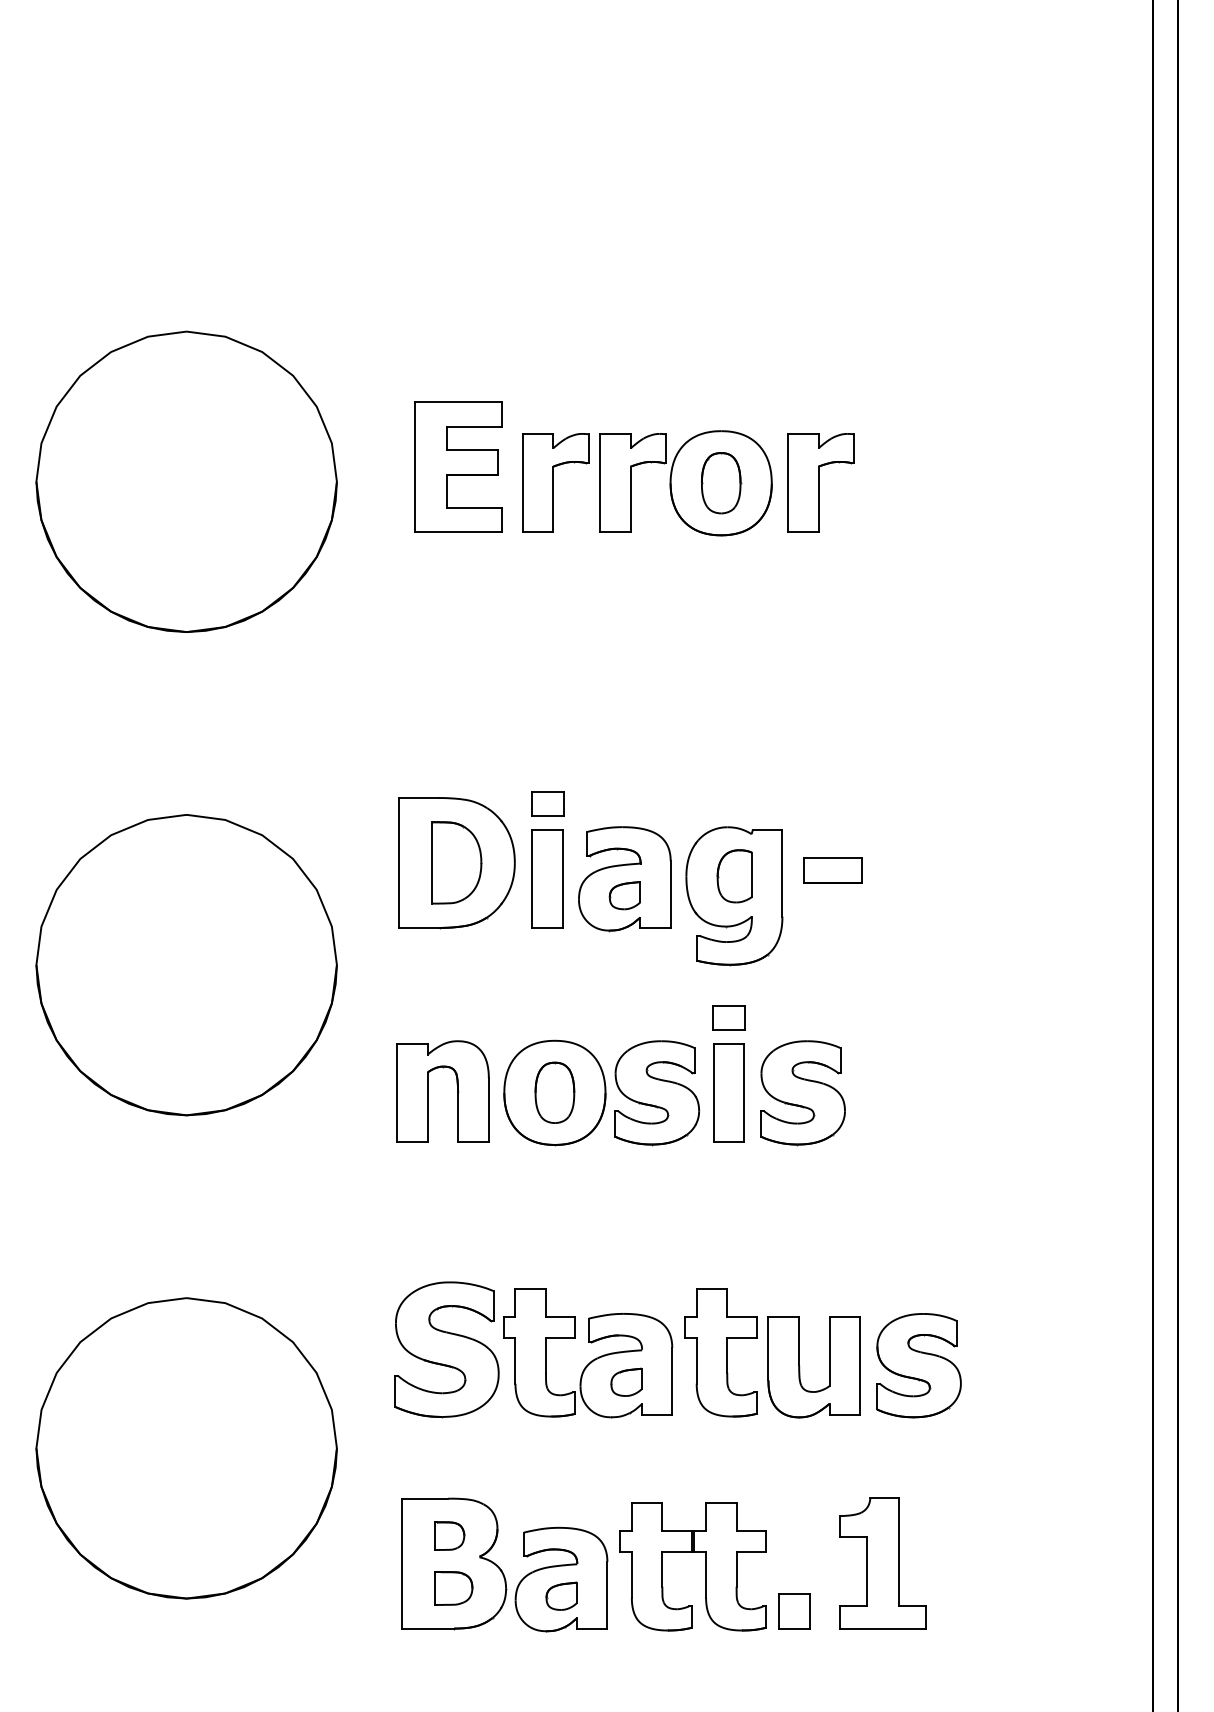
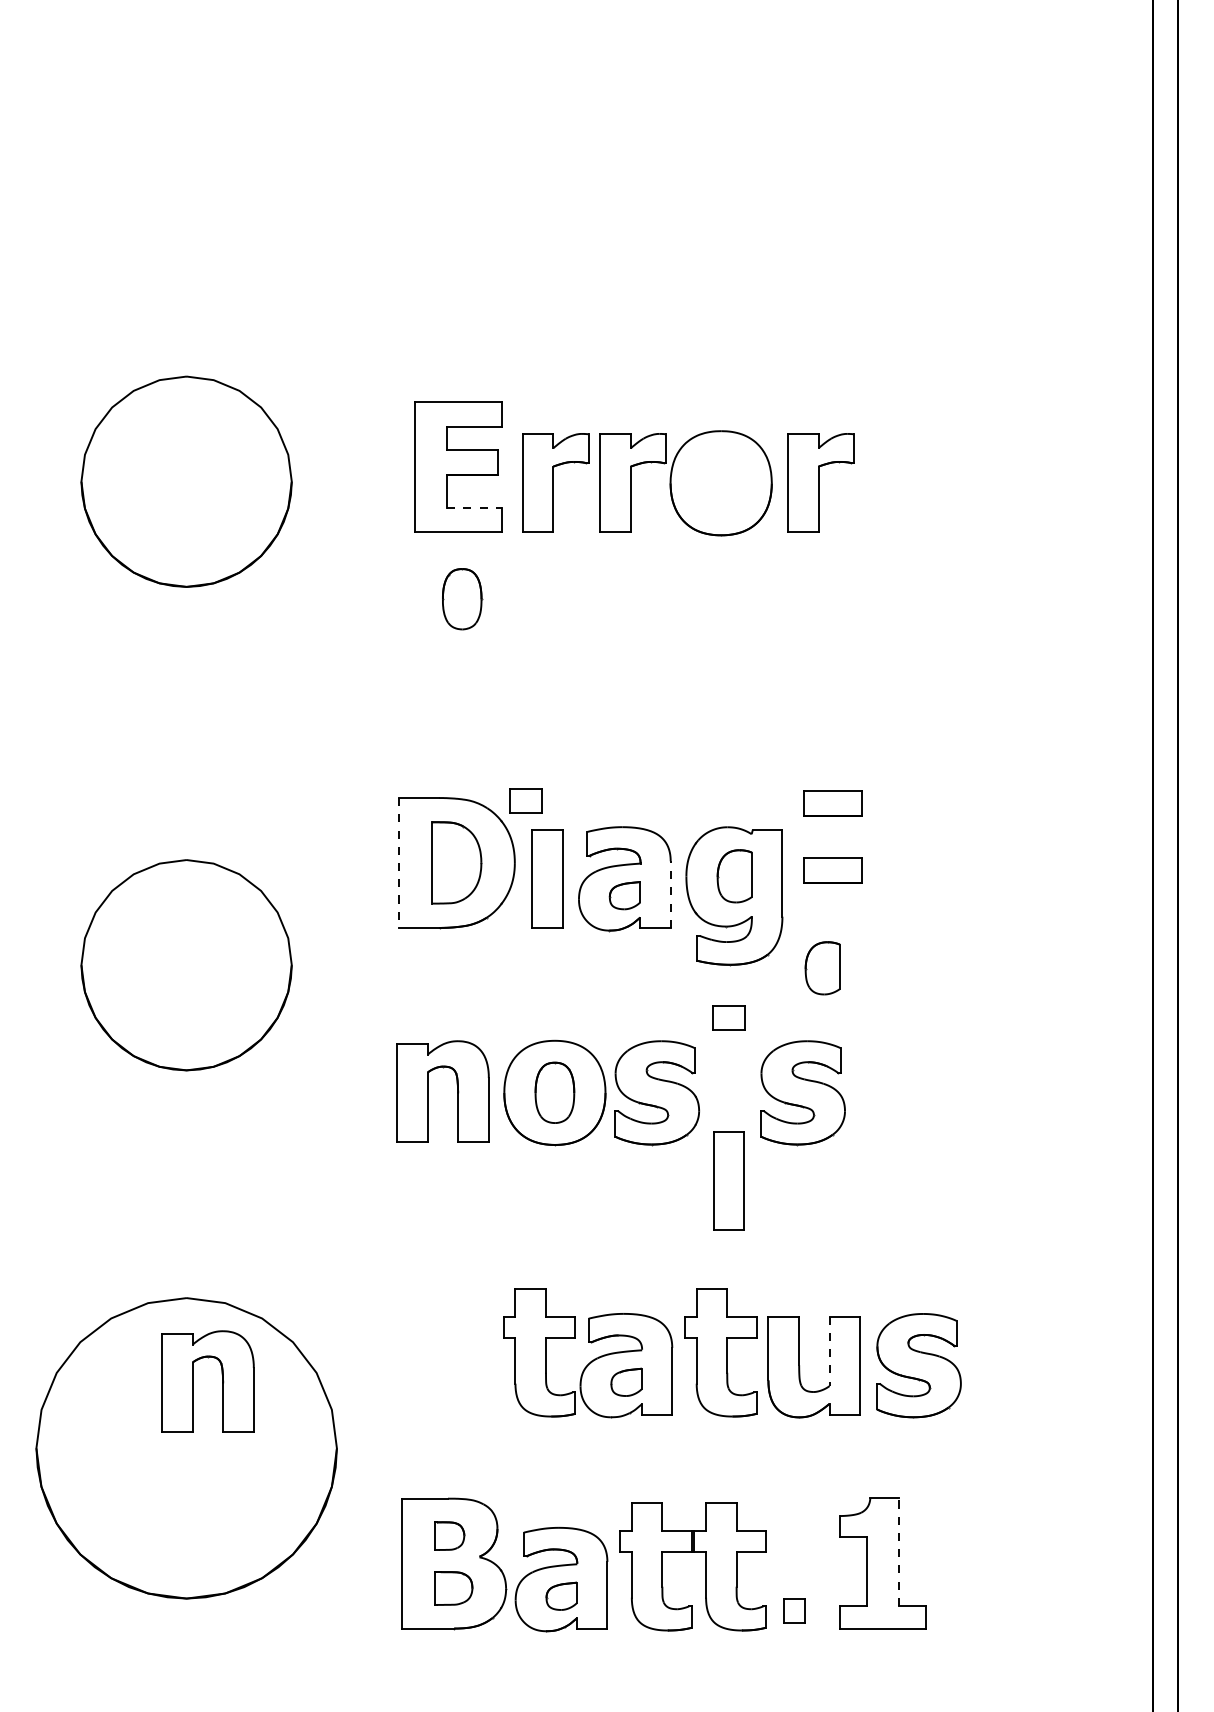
part at (186, 481) size: 303x303 px -> 213x213 px
part at (721, 483) position: (721, 483) -> (462, 599)
line at (474, 507): solid -> dashed
part at (547, 803) position: (547, 803) -> (525, 800)
part at (832, 803): none -> present
line at (398, 863): solid -> dashed
line at (670, 894): solid -> dashed
part at (186, 965) size: 303x303 px -> 213x213 px
part at (822, 968): none -> present
part at (728, 1092) position: (728, 1092) -> (728, 1180)
part at (446, 1349): present -> none
line at (829, 1351): solid -> dashed
part at (193, 1381): none -> present
line at (898, 1552): solid -> dashed
part at (794, 1611) size: 33x37 px -> 23x26 px
